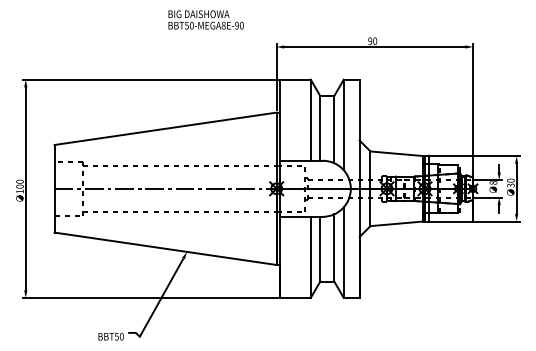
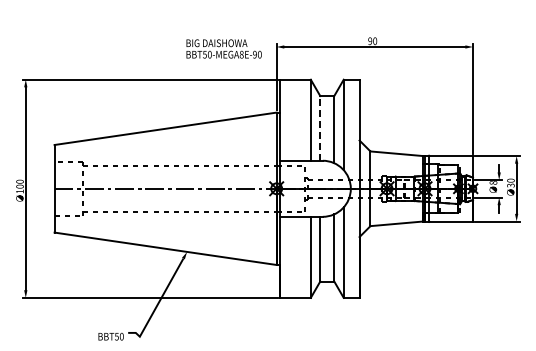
text at (205, 19) position: (205, 19) -> (223, 48)
line at (320, 127): solid -> dashed
